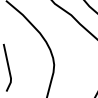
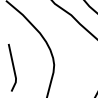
line at (7, 67) position: (7, 67) -> (12, 67)
